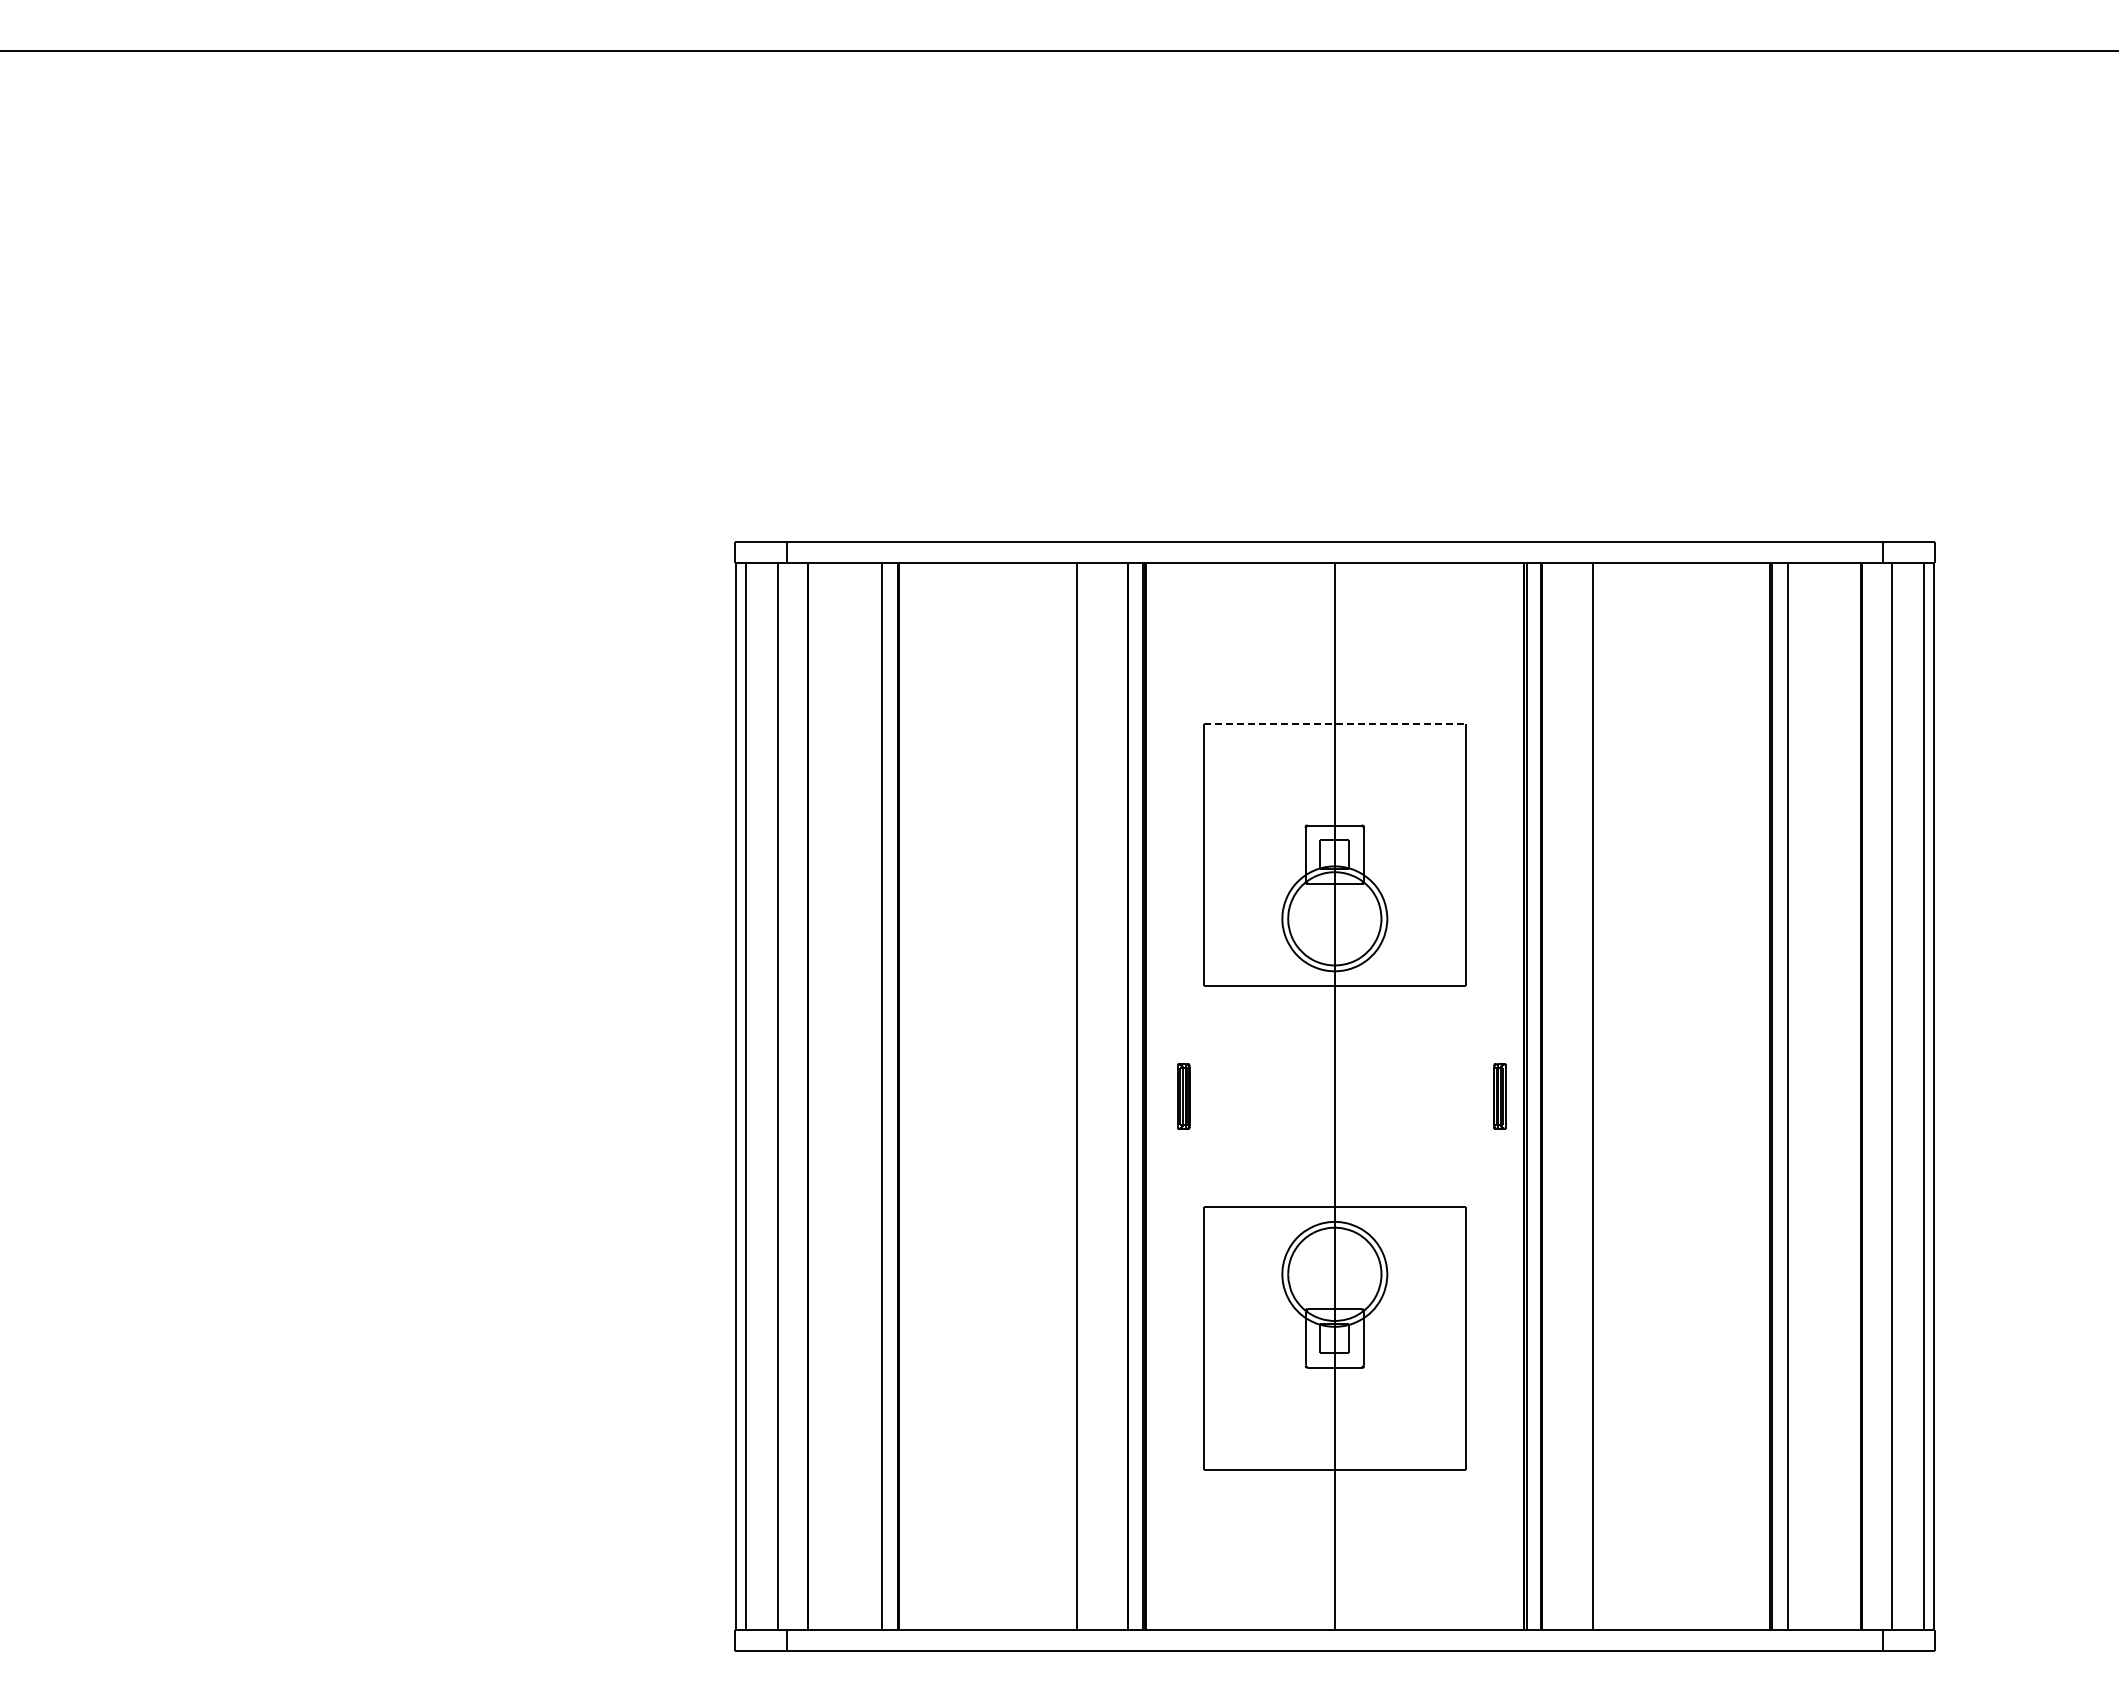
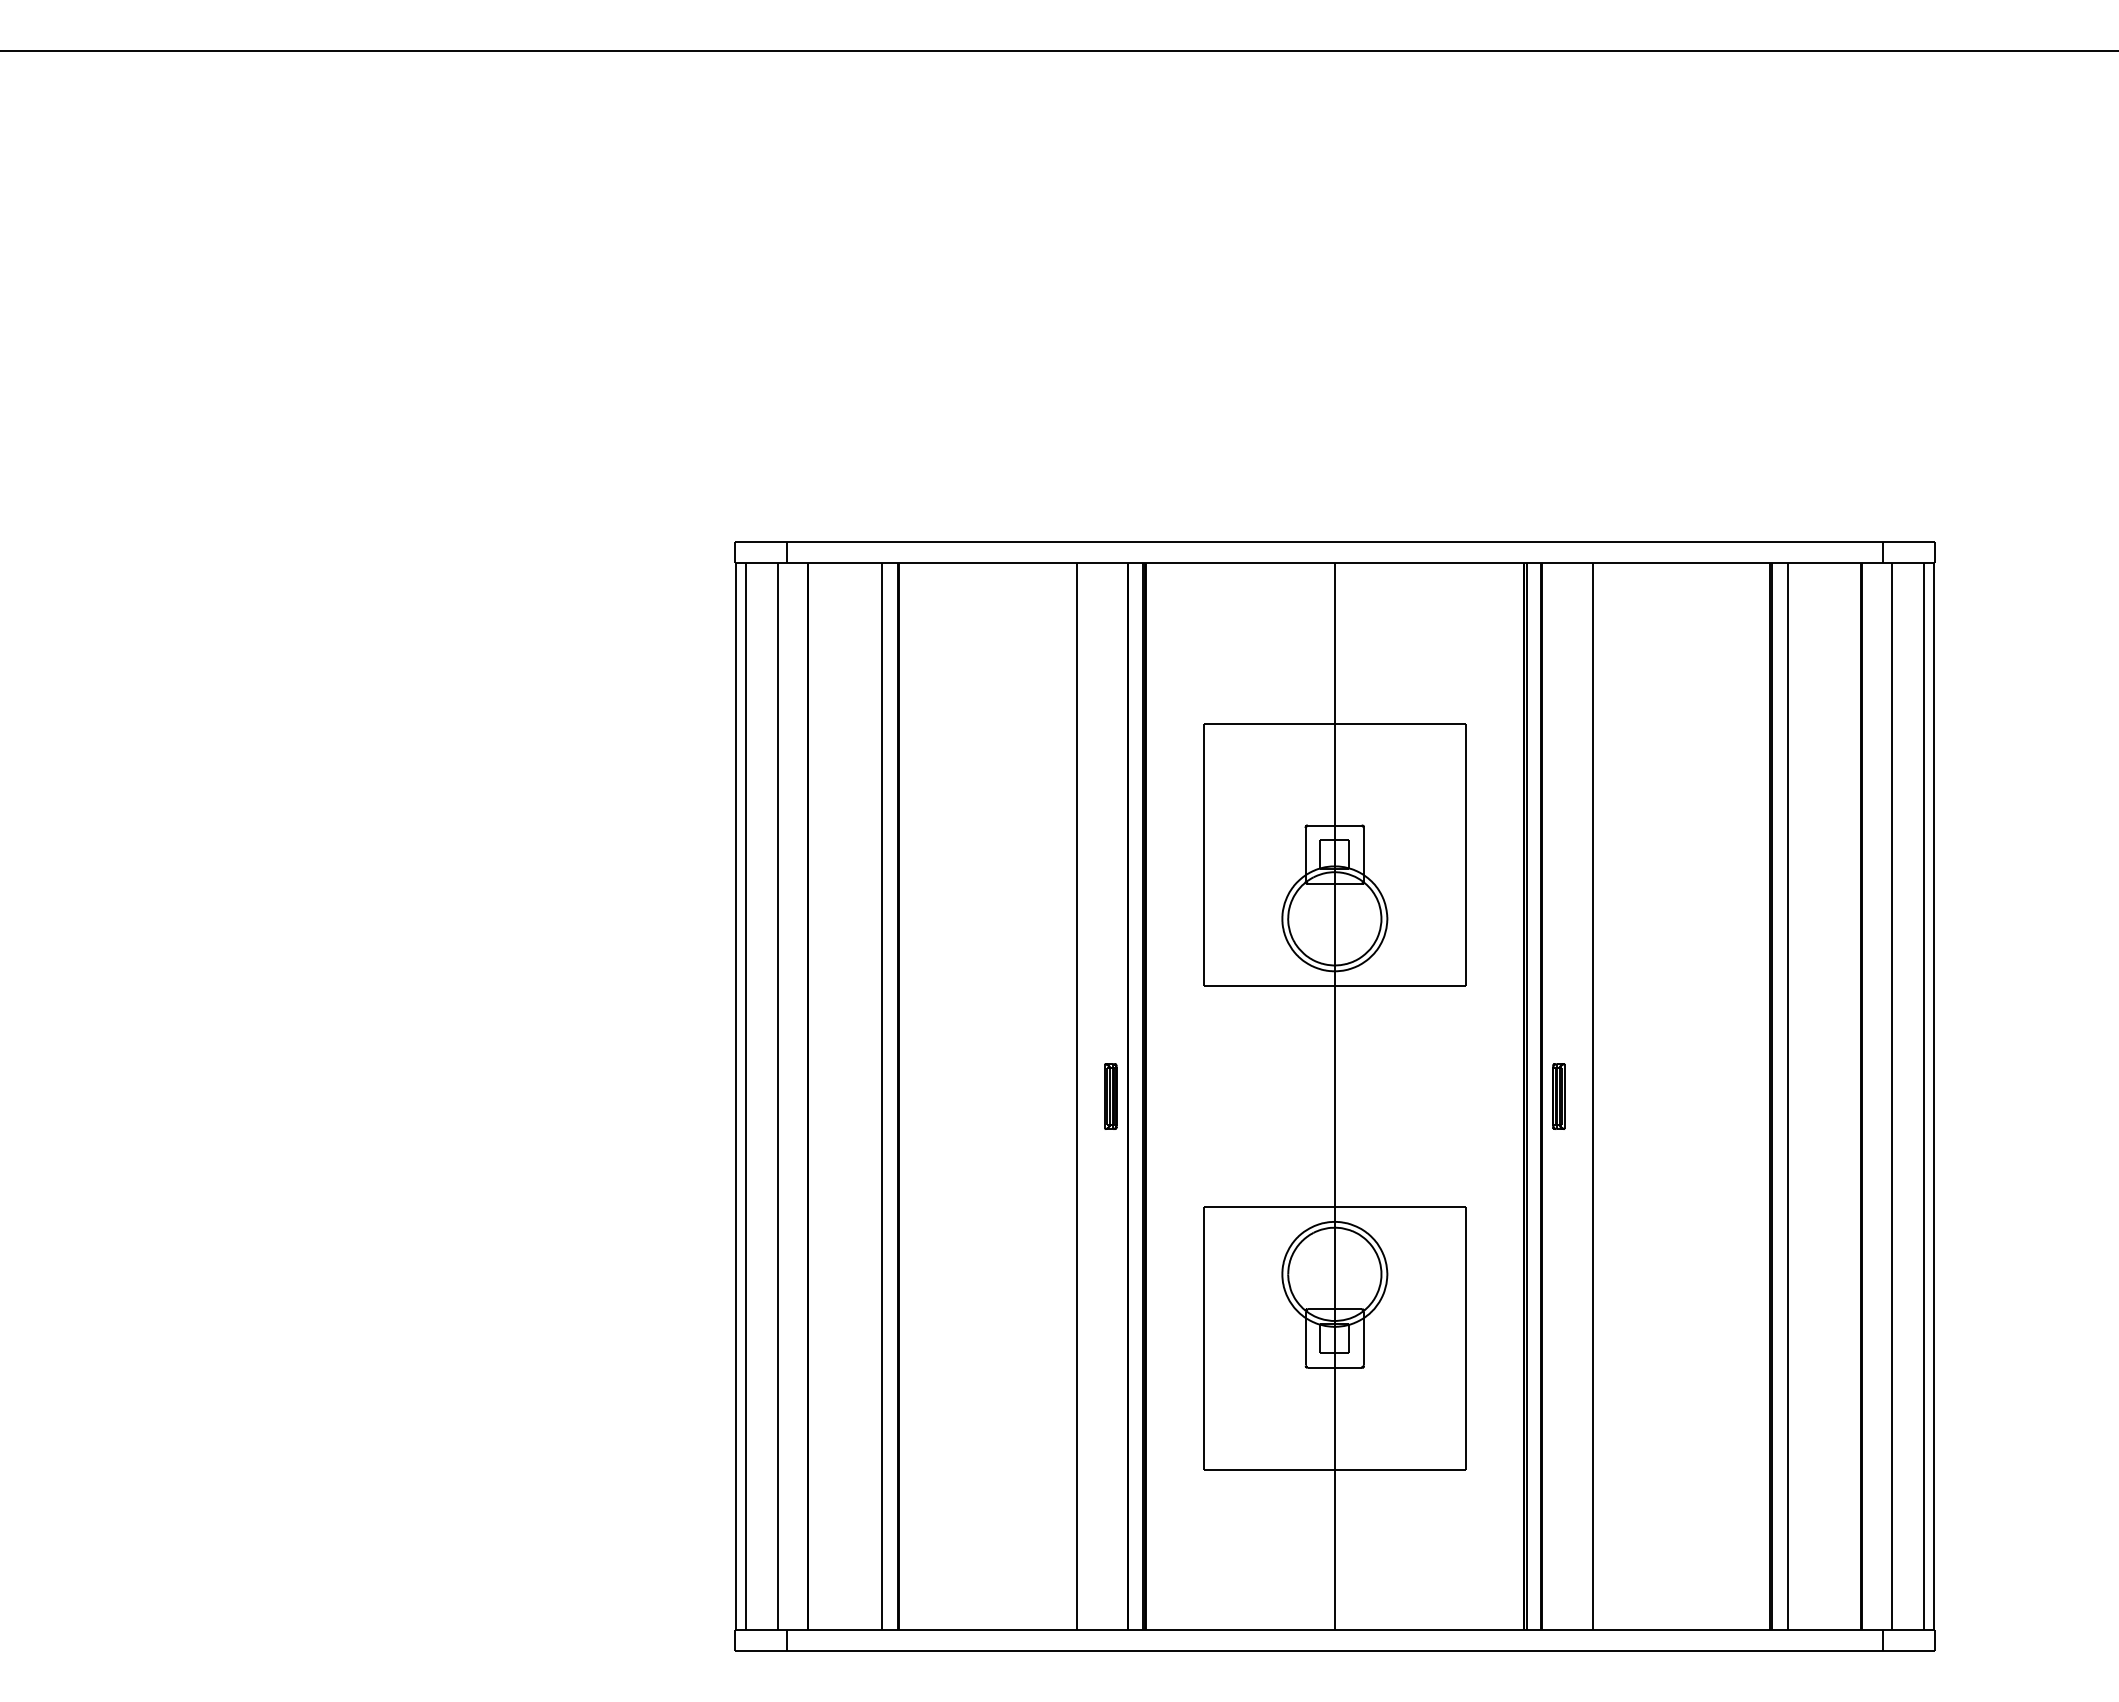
line at (1335, 723): dashed -> solid
part at (1183, 1096) position: (1183, 1096) -> (1110, 1096)
part at (1499, 1096) position: (1499, 1096) -> (1558, 1096)
